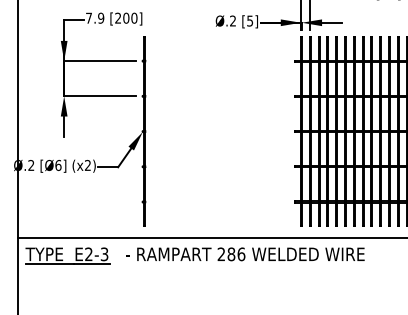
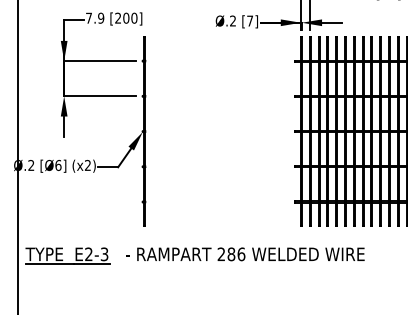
text at (249, 20): [5] -> [7]
line at (211, 238): present -> none
